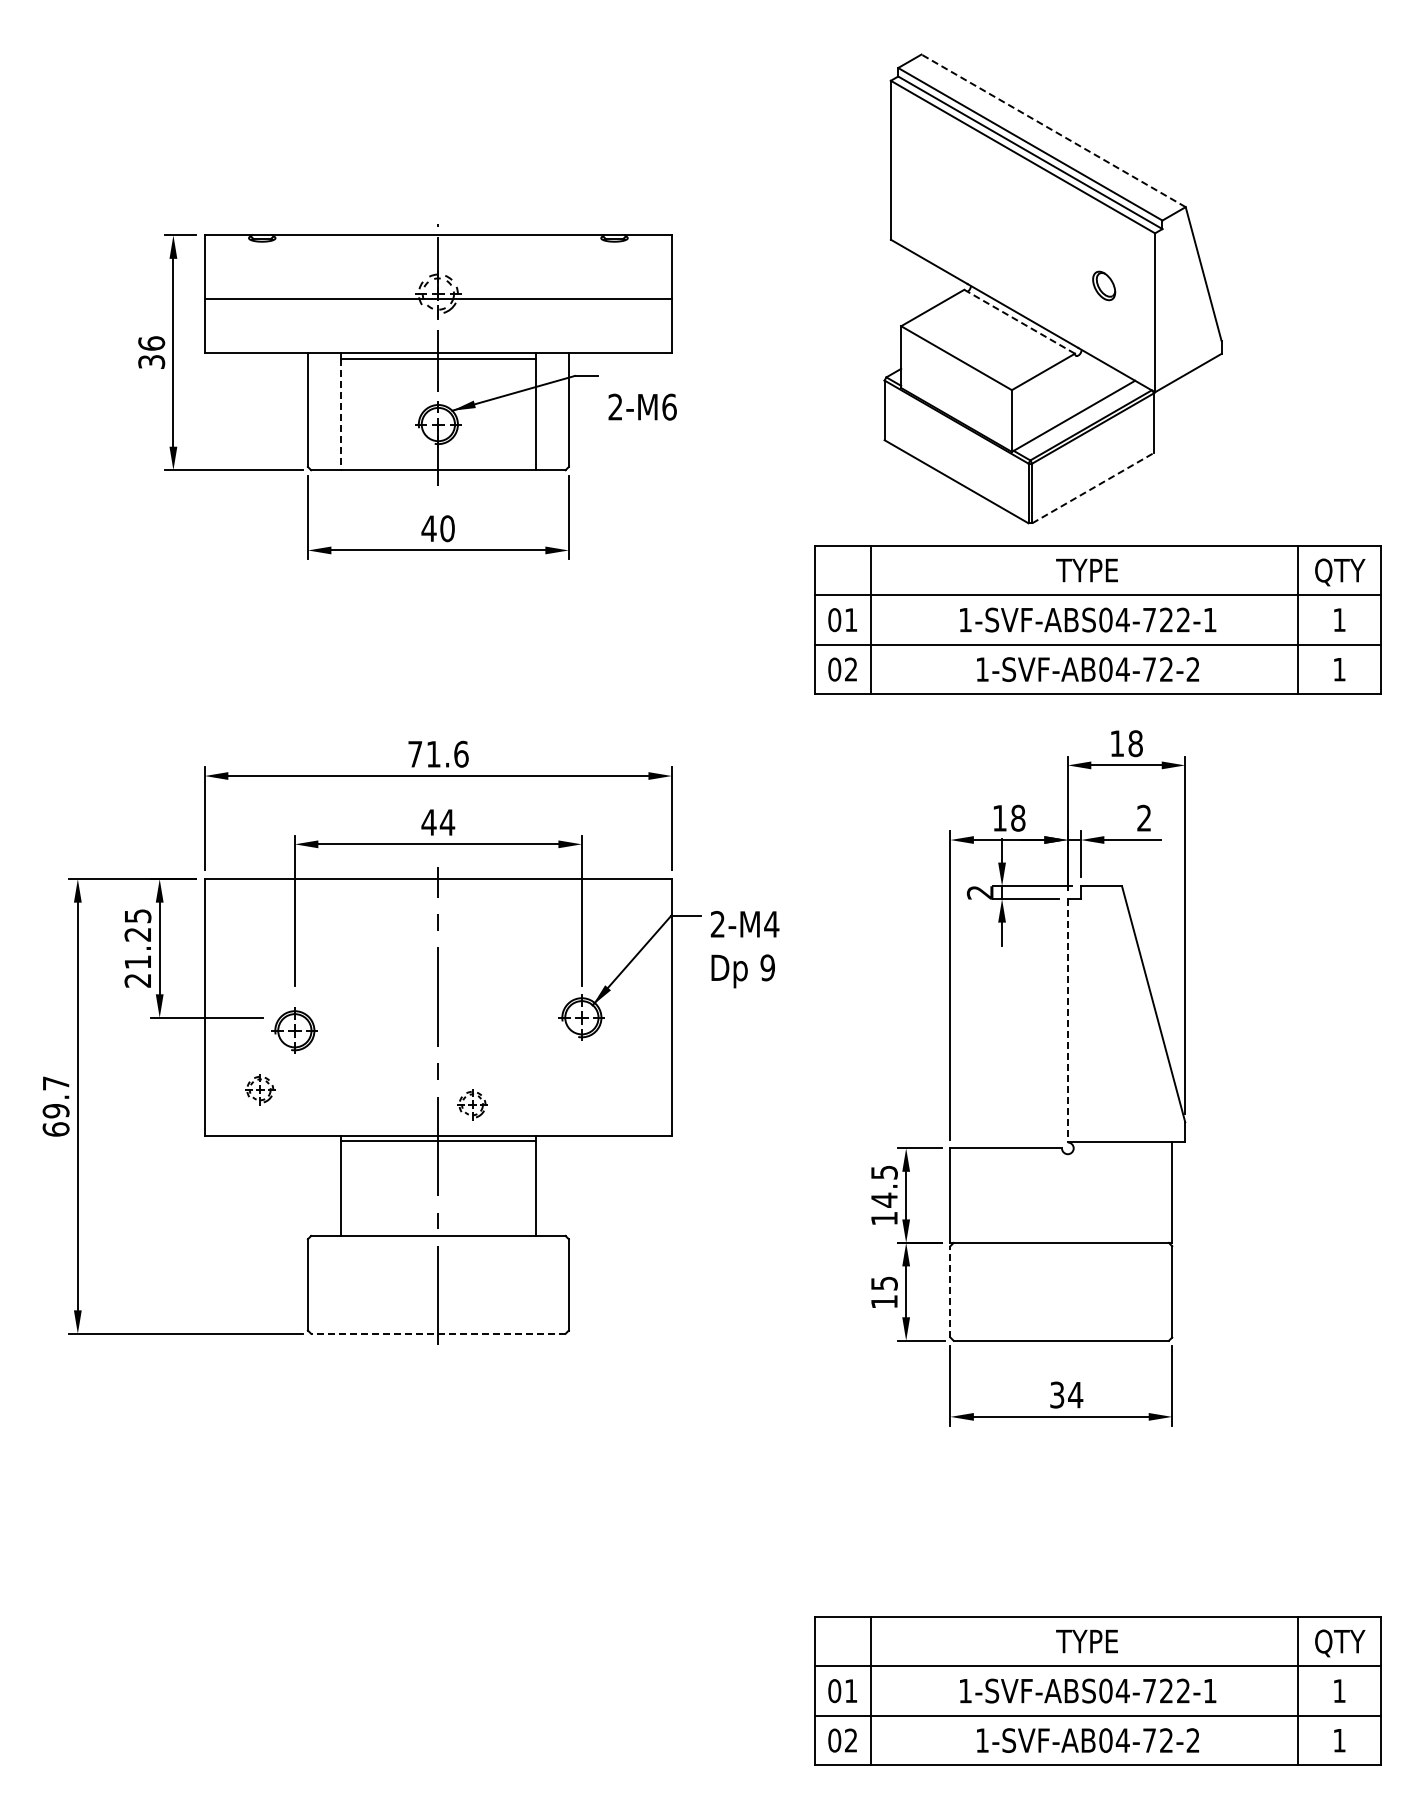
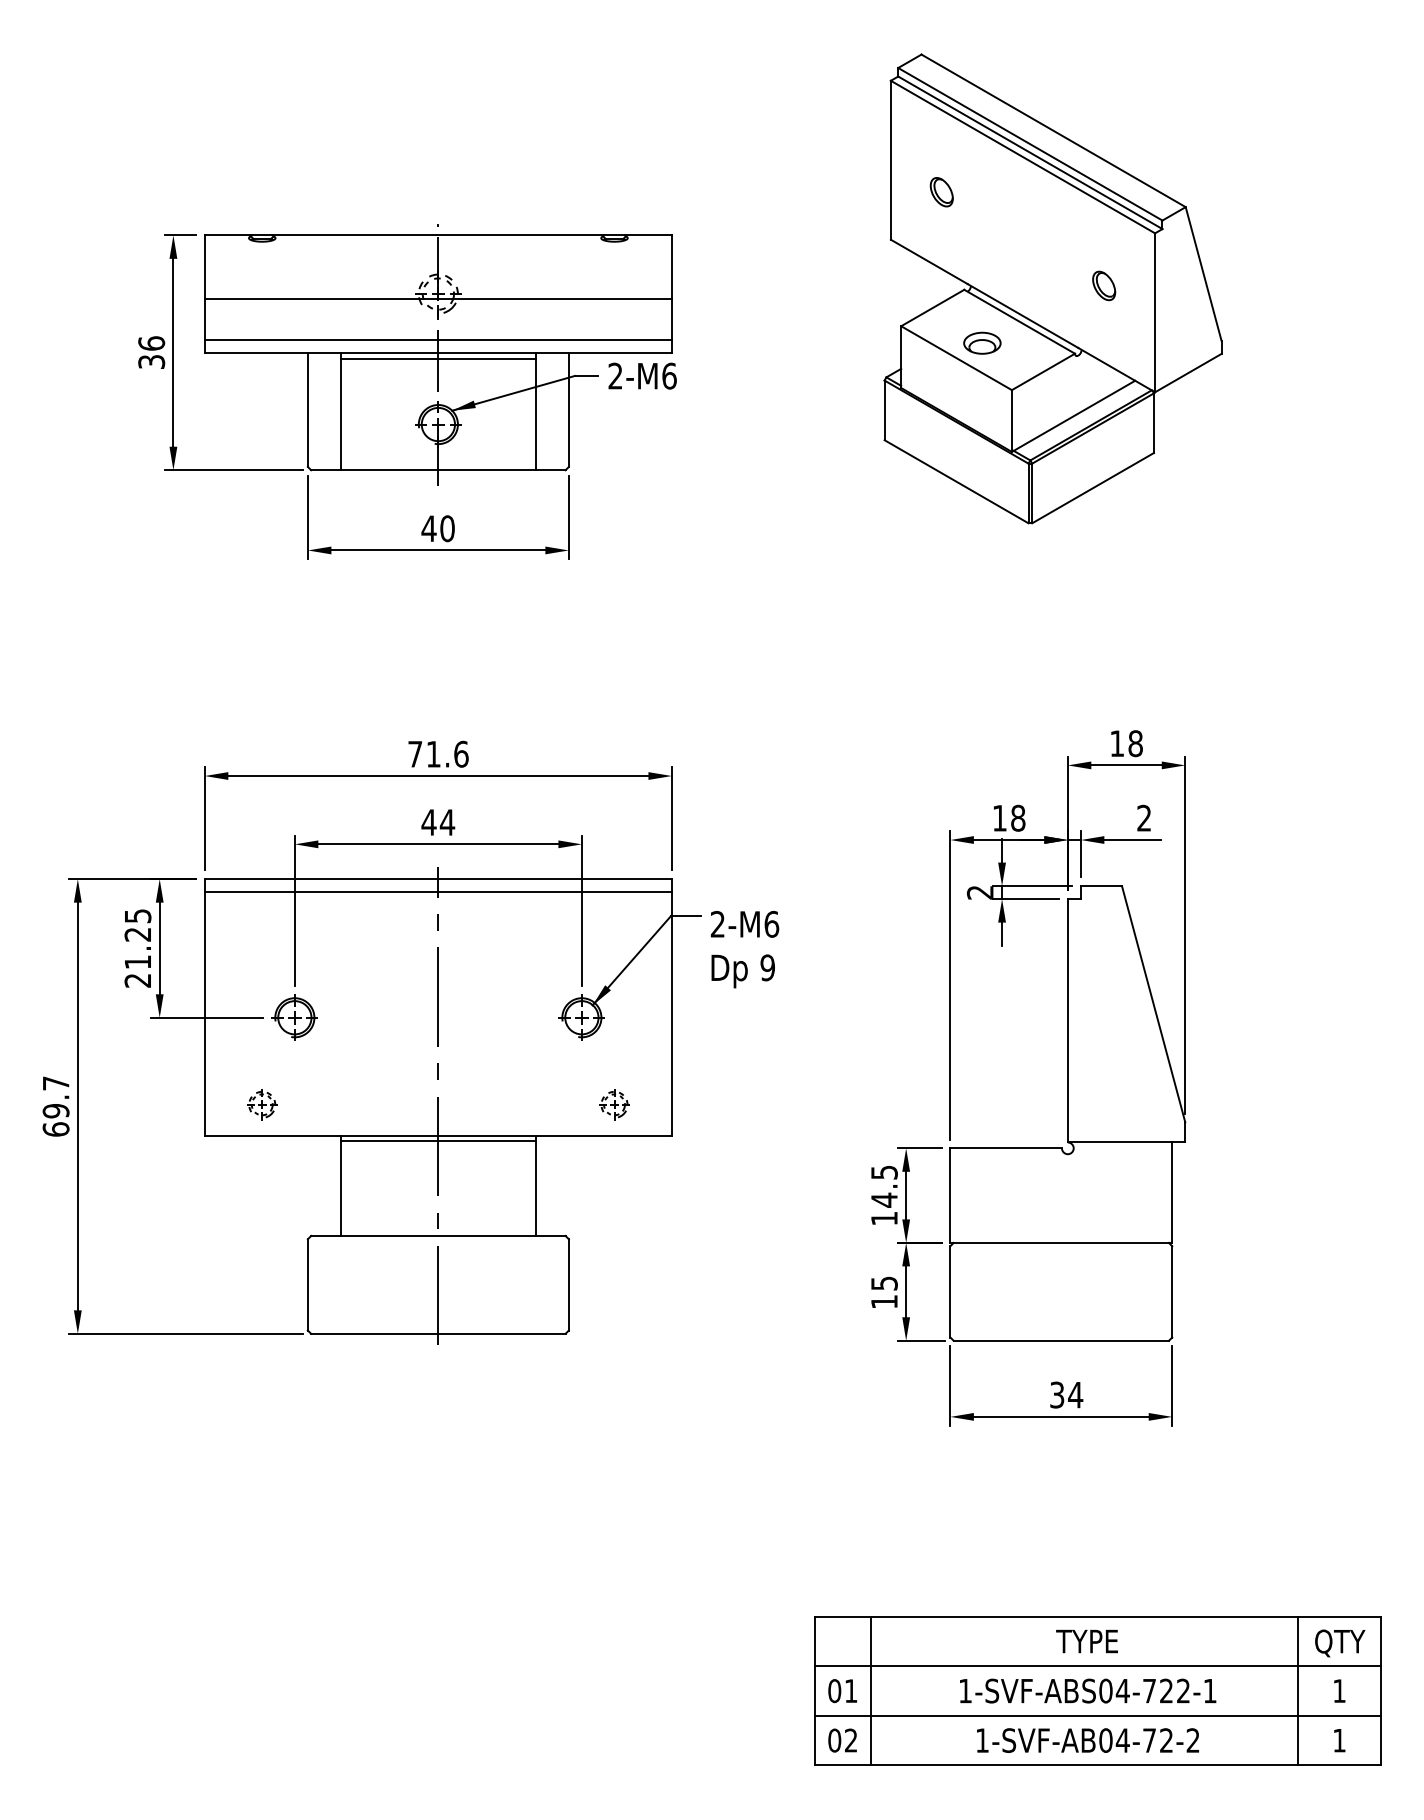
line at (1053, 130): dashed -> solid
part at (941, 192): none -> present
line at (1019, 321): dashed -> solid
line at (437, 339): none -> present
part at (982, 342): none -> present
text at (642, 406) position: (642, 406) -> (642, 375)
line at (340, 414): dashed -> solid
line at (1093, 487): dashed -> solid
part at (1097, 619): present -> none
line at (437, 892): none -> present
text at (771, 923): 2-M4 -> 2-M6
line at (1067, 1020): dashed -> solid
part at (294, 1030) position: (294, 1030) -> (294, 1017)
part at (260, 1089) position: (260, 1089) -> (262, 1104)
part at (472, 1104) position: (472, 1104) -> (614, 1104)
line at (950, 1291): dashed -> solid
line at (437, 1333): dashed -> solid
